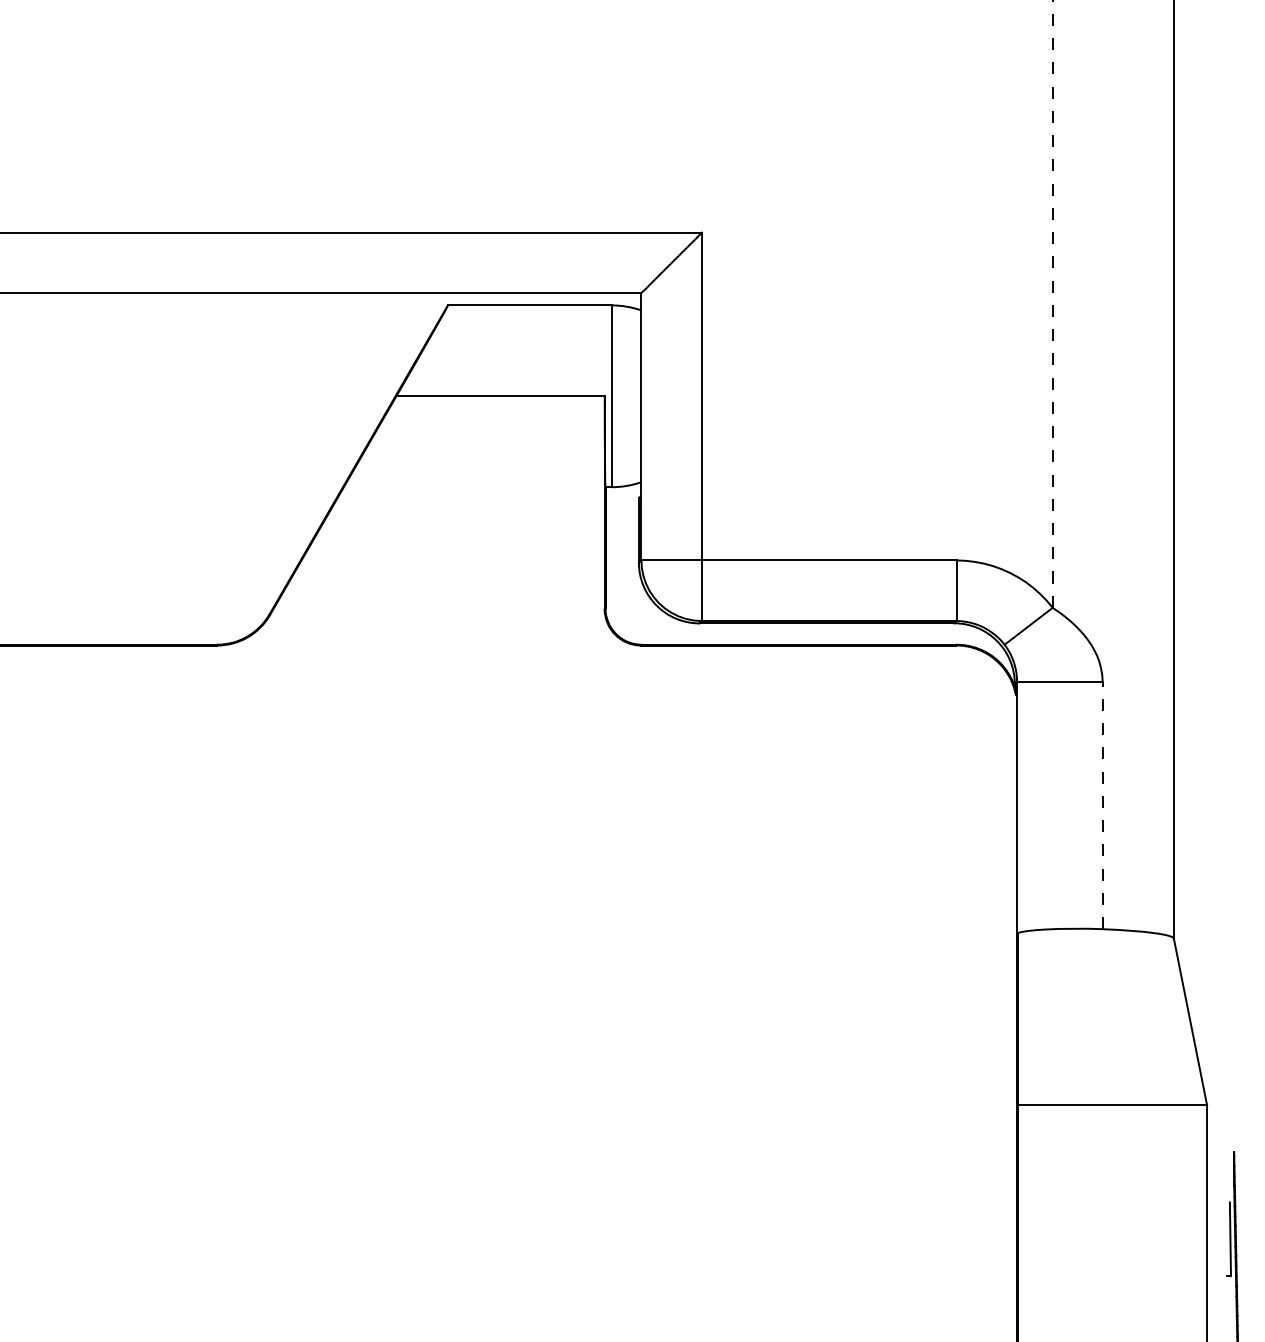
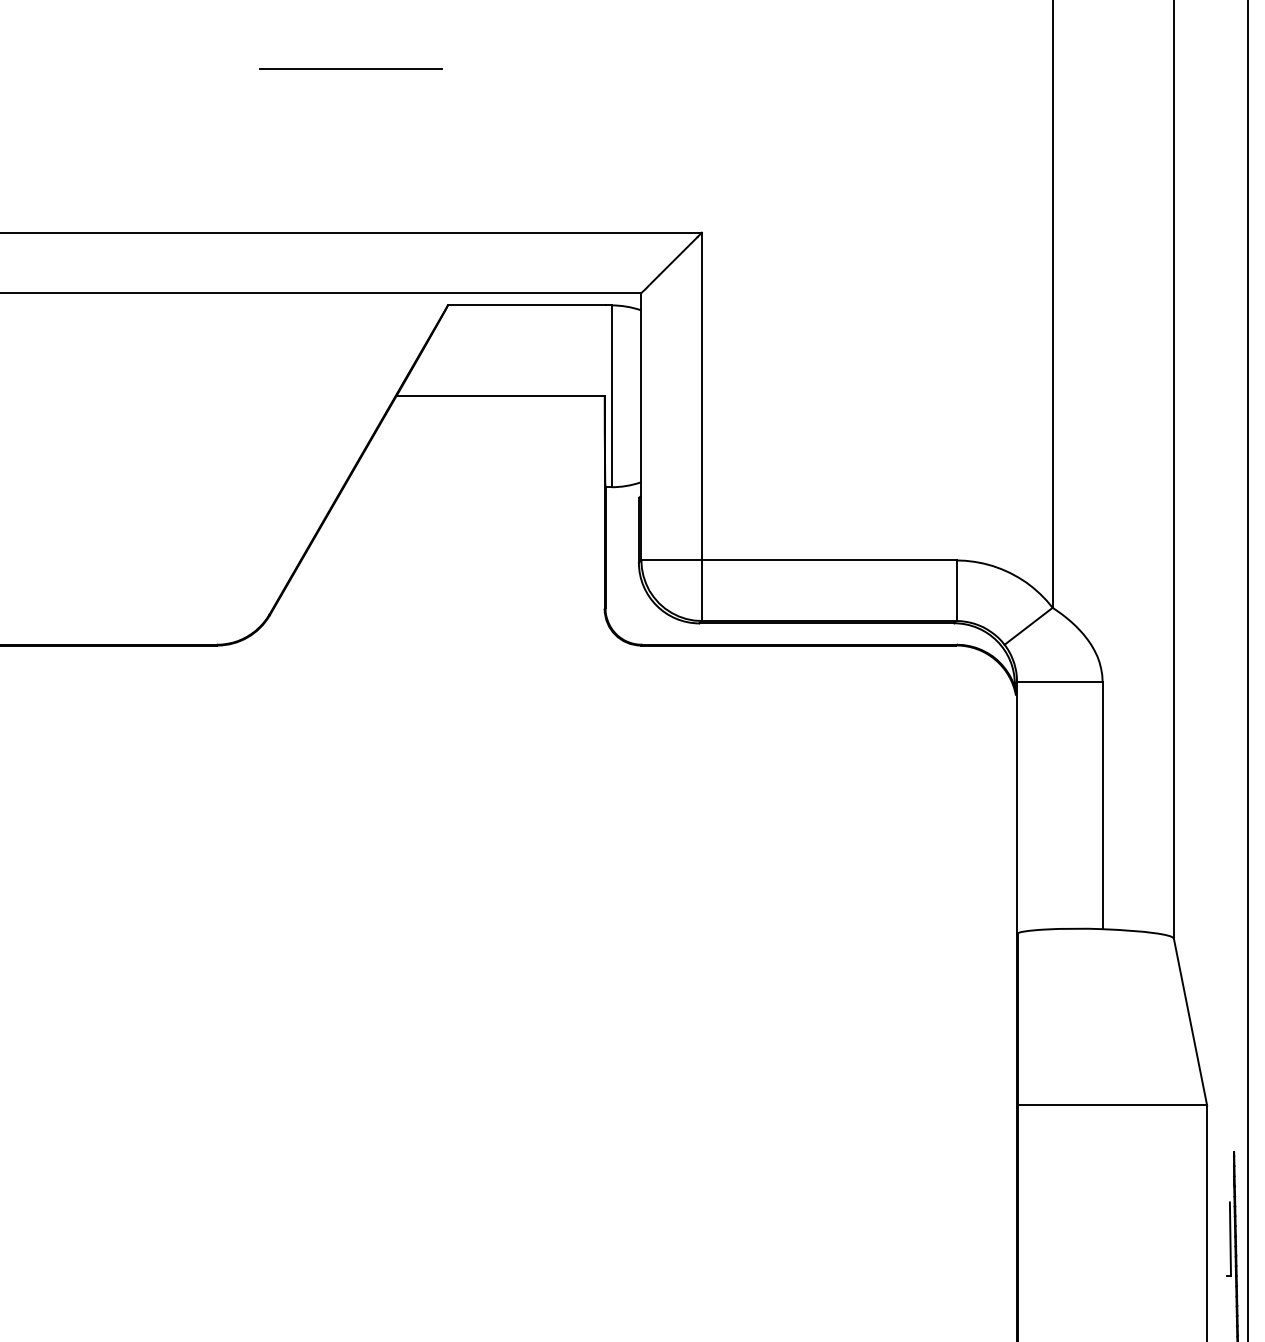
line at (350, 68): none -> present
line at (1052, 303): dashed -> solid
line at (1247, 670): none -> present
line at (1102, 805): dashed -> solid
